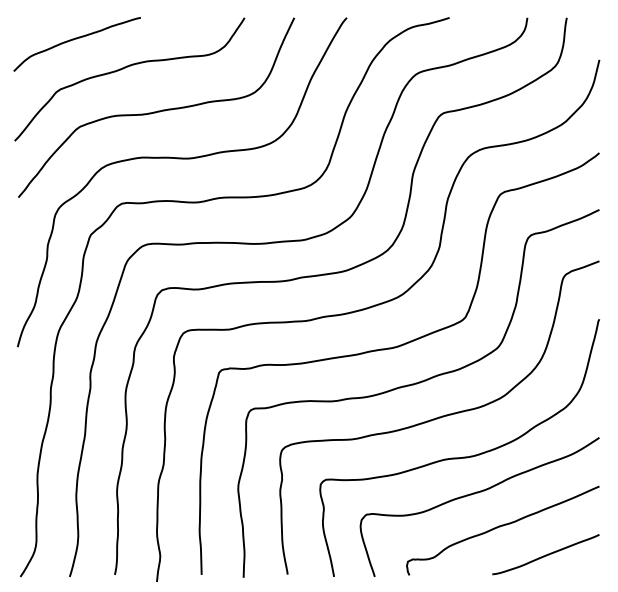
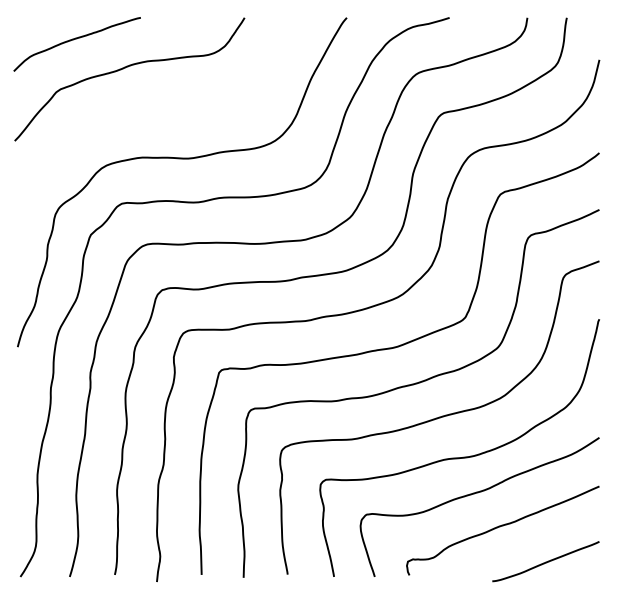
curve at (157, 110): present -> none
curve at (545, 554) position: (545, 554) -> (545, 561)
